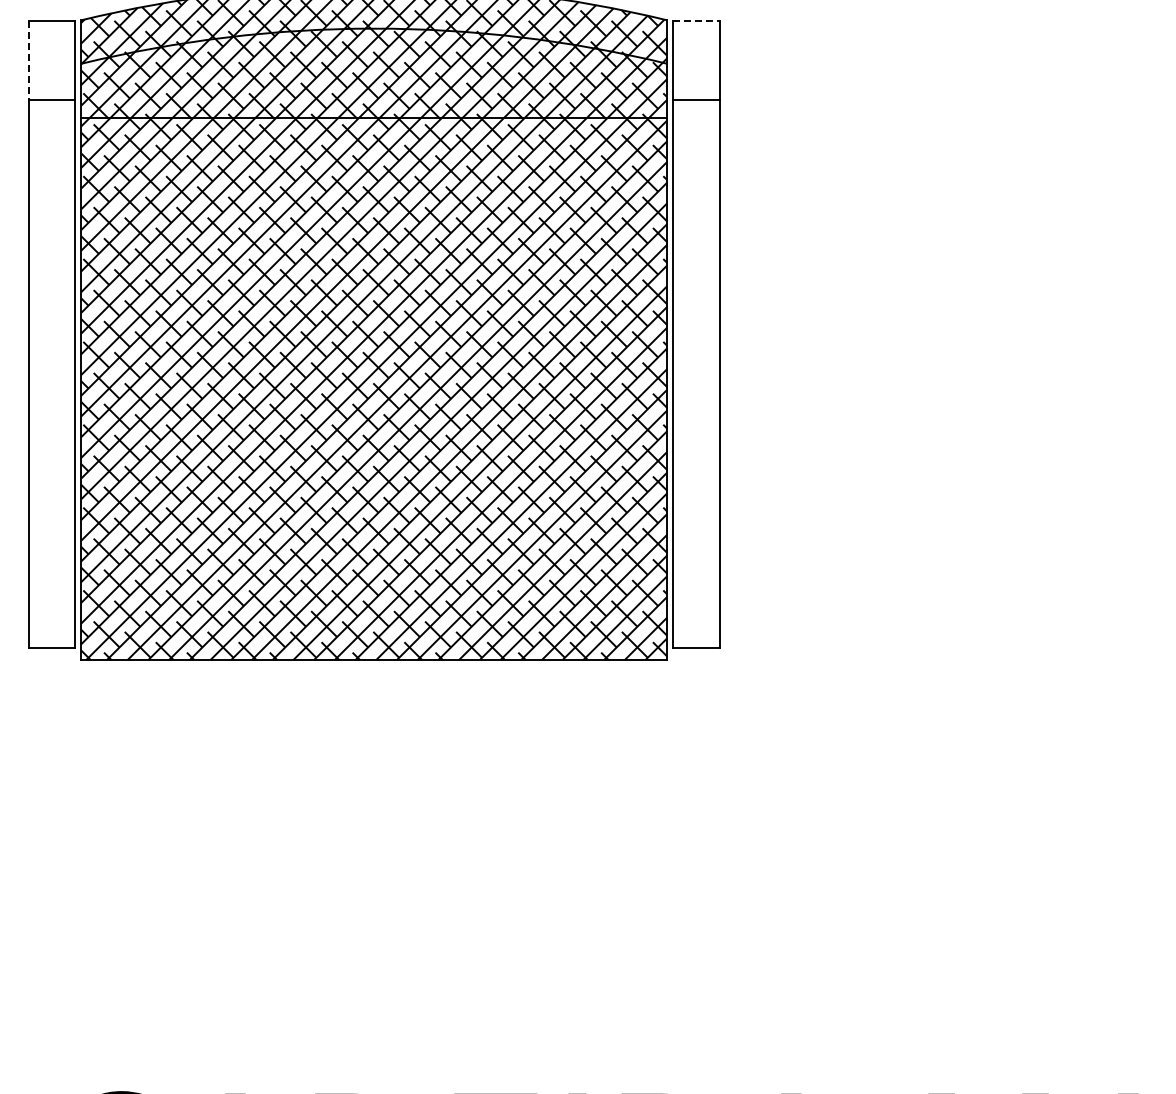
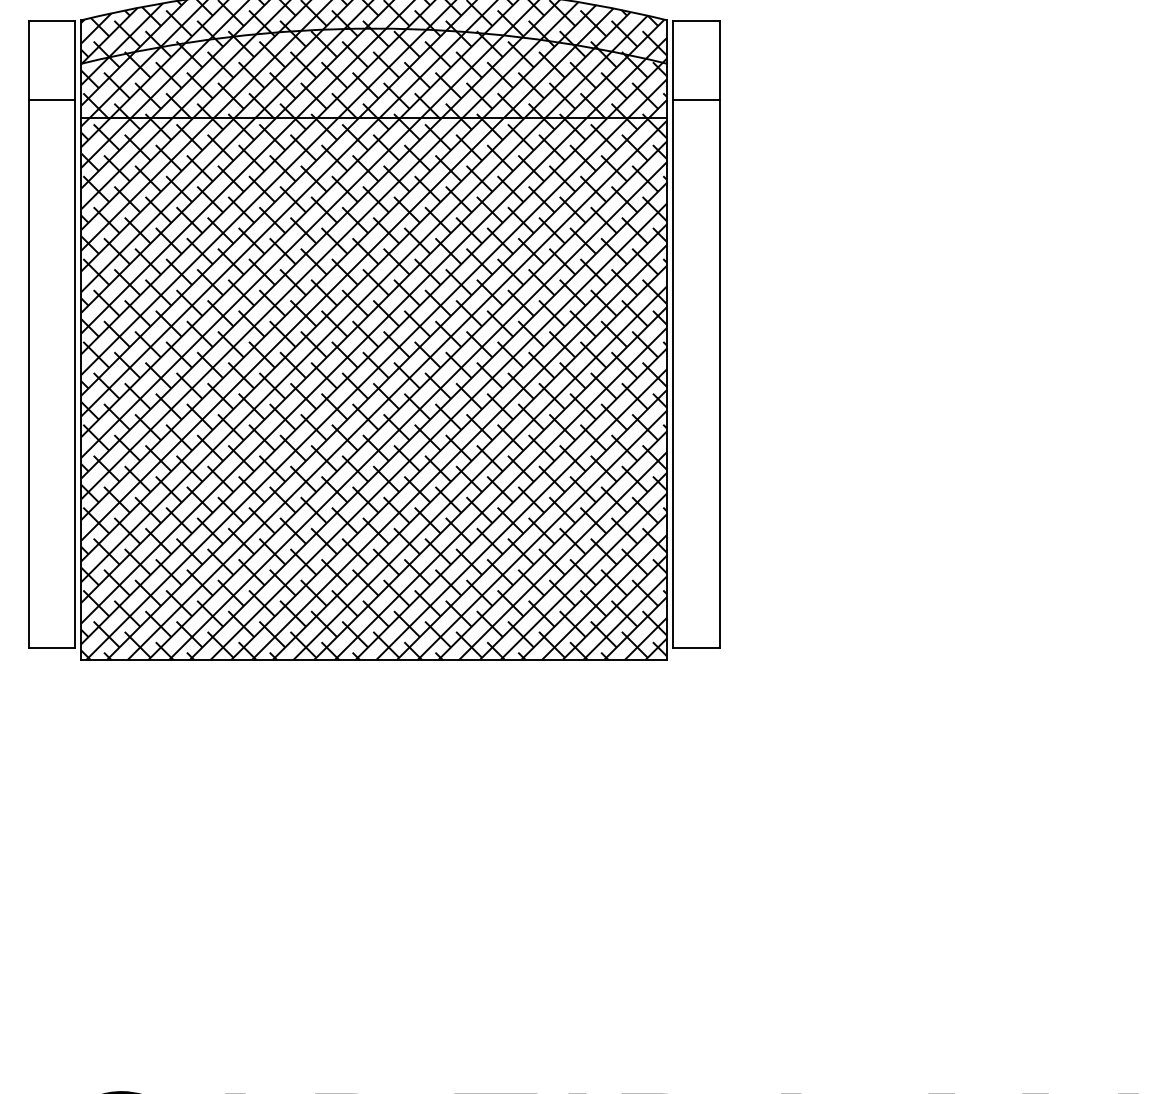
line at (696, 21): dashed -> solid
line at (28, 61): dashed -> solid
